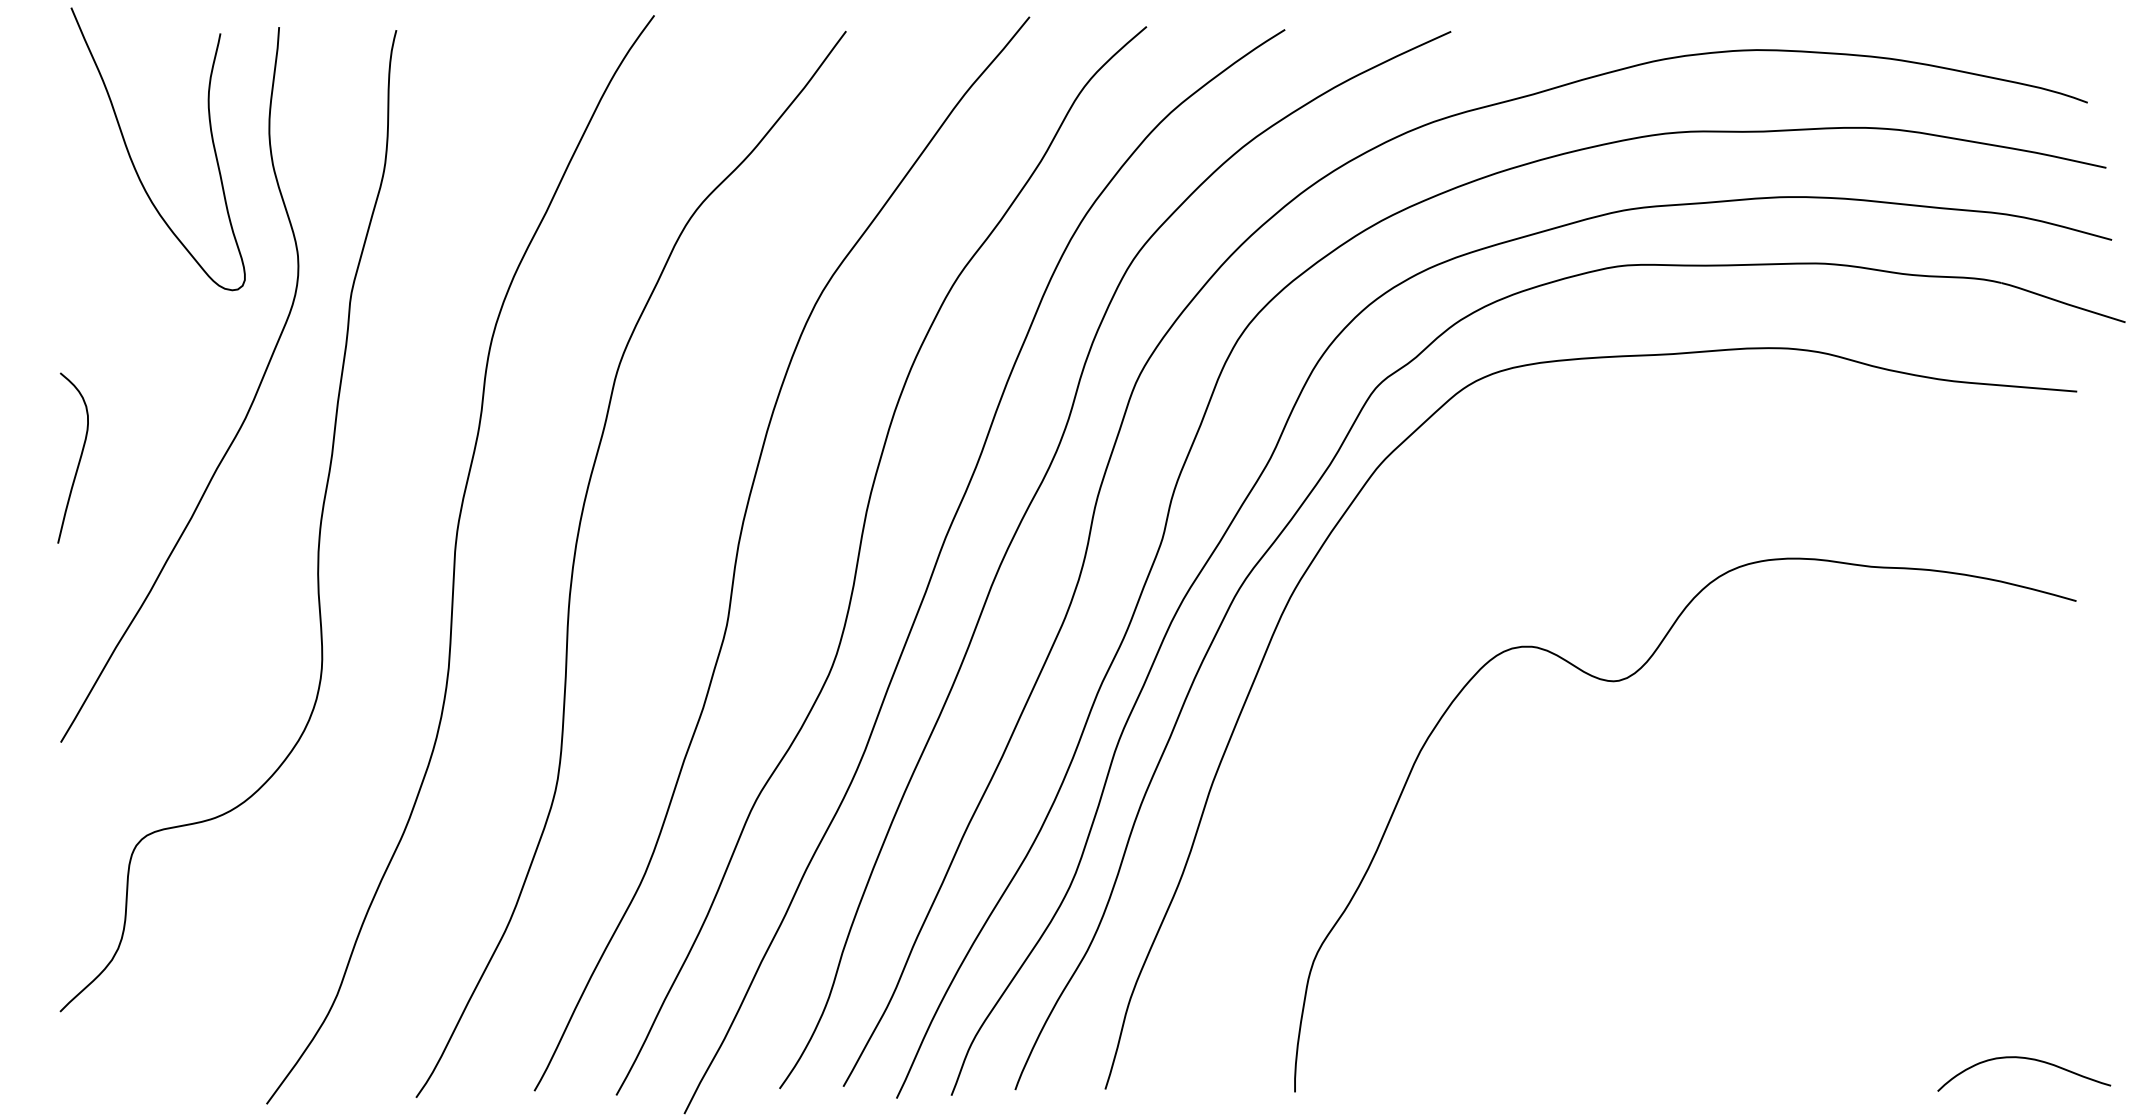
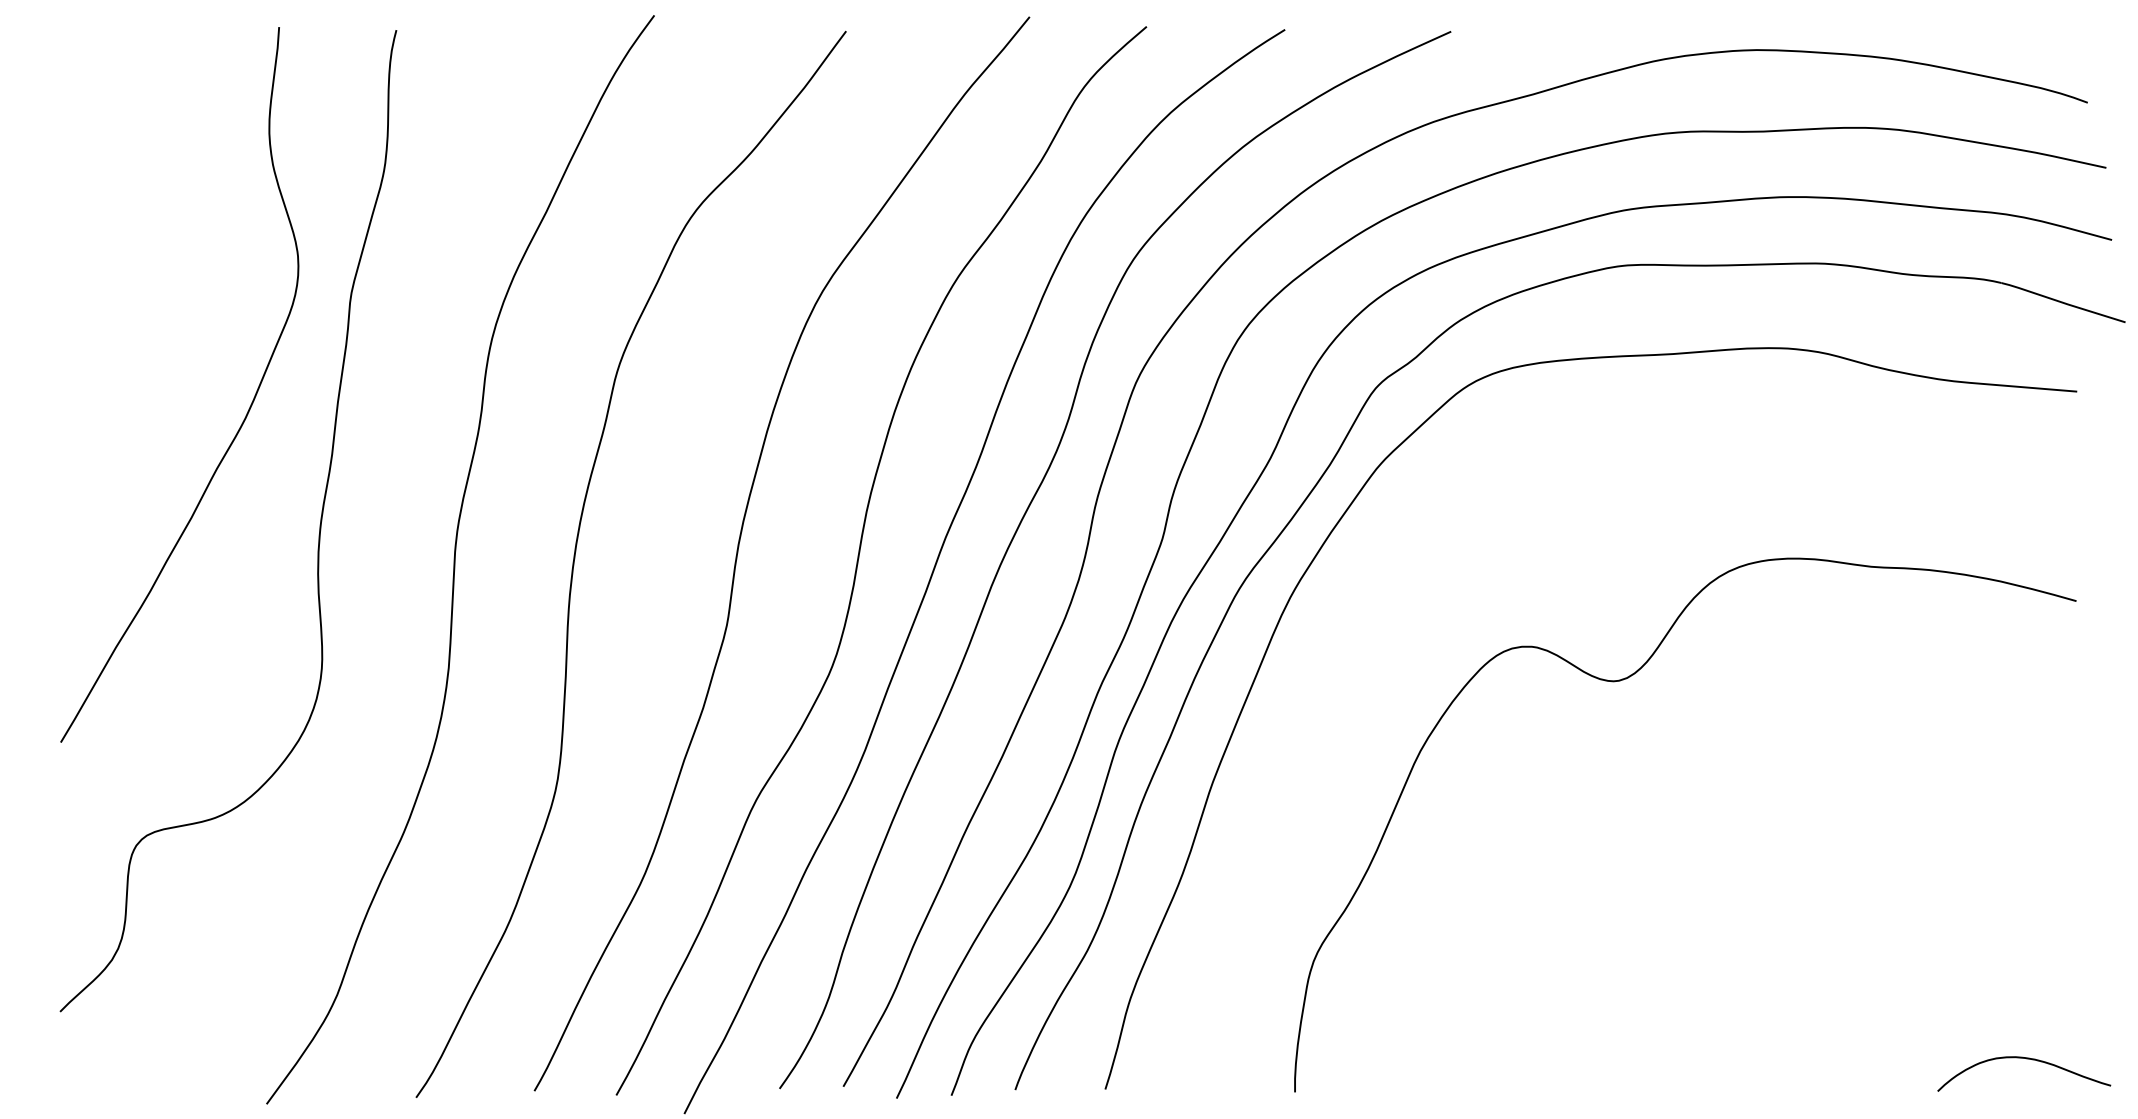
curve at (132, 159): present -> none
curve at (79, 457): present -> none
